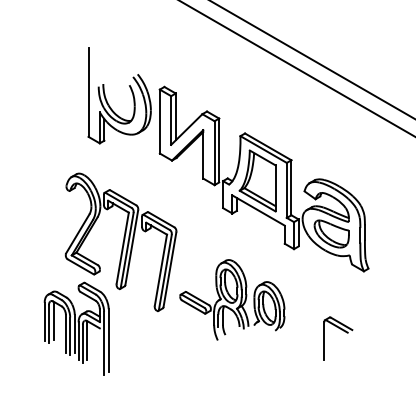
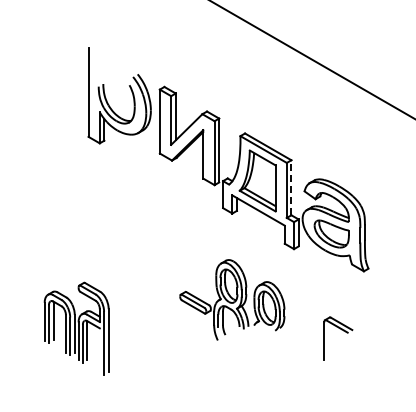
line at (296, 68): present -> none
line at (291, 187): solid -> dashed
part at (120, 242): present -> none
